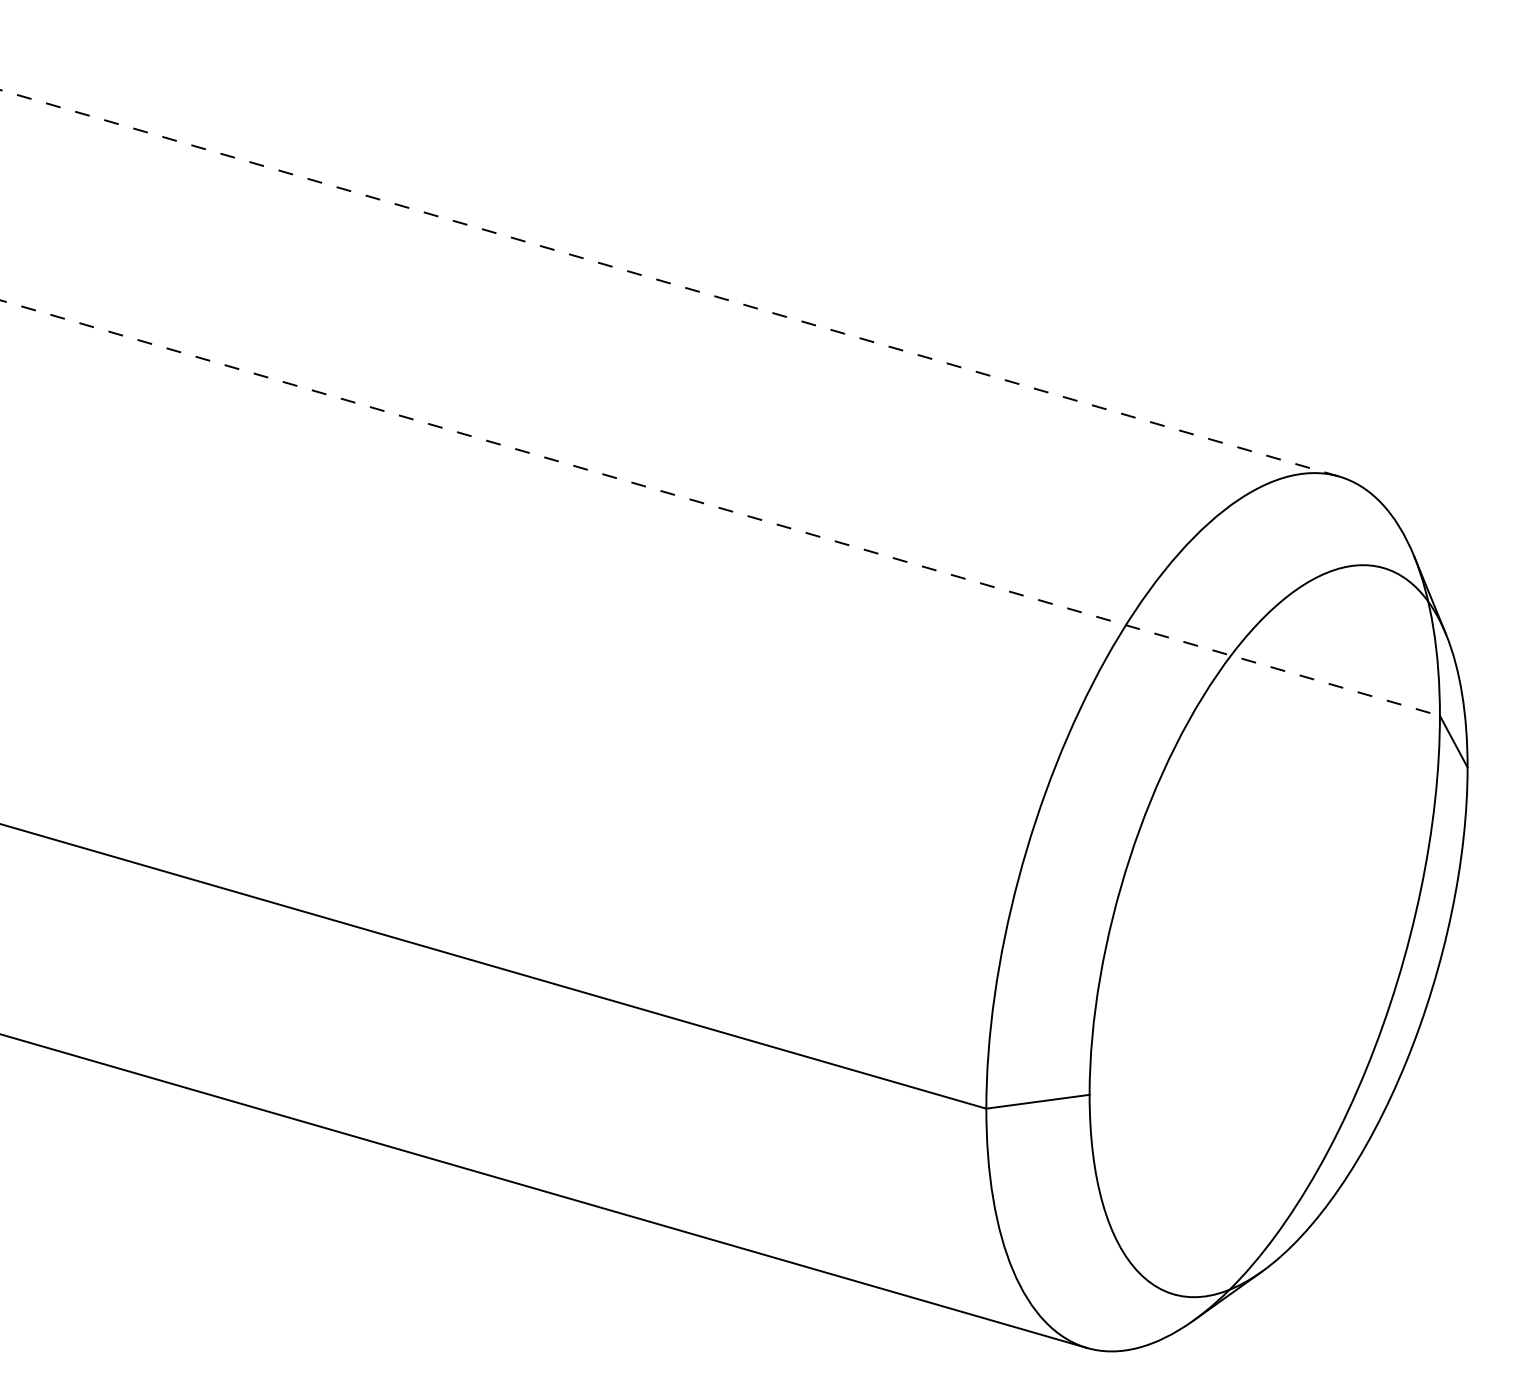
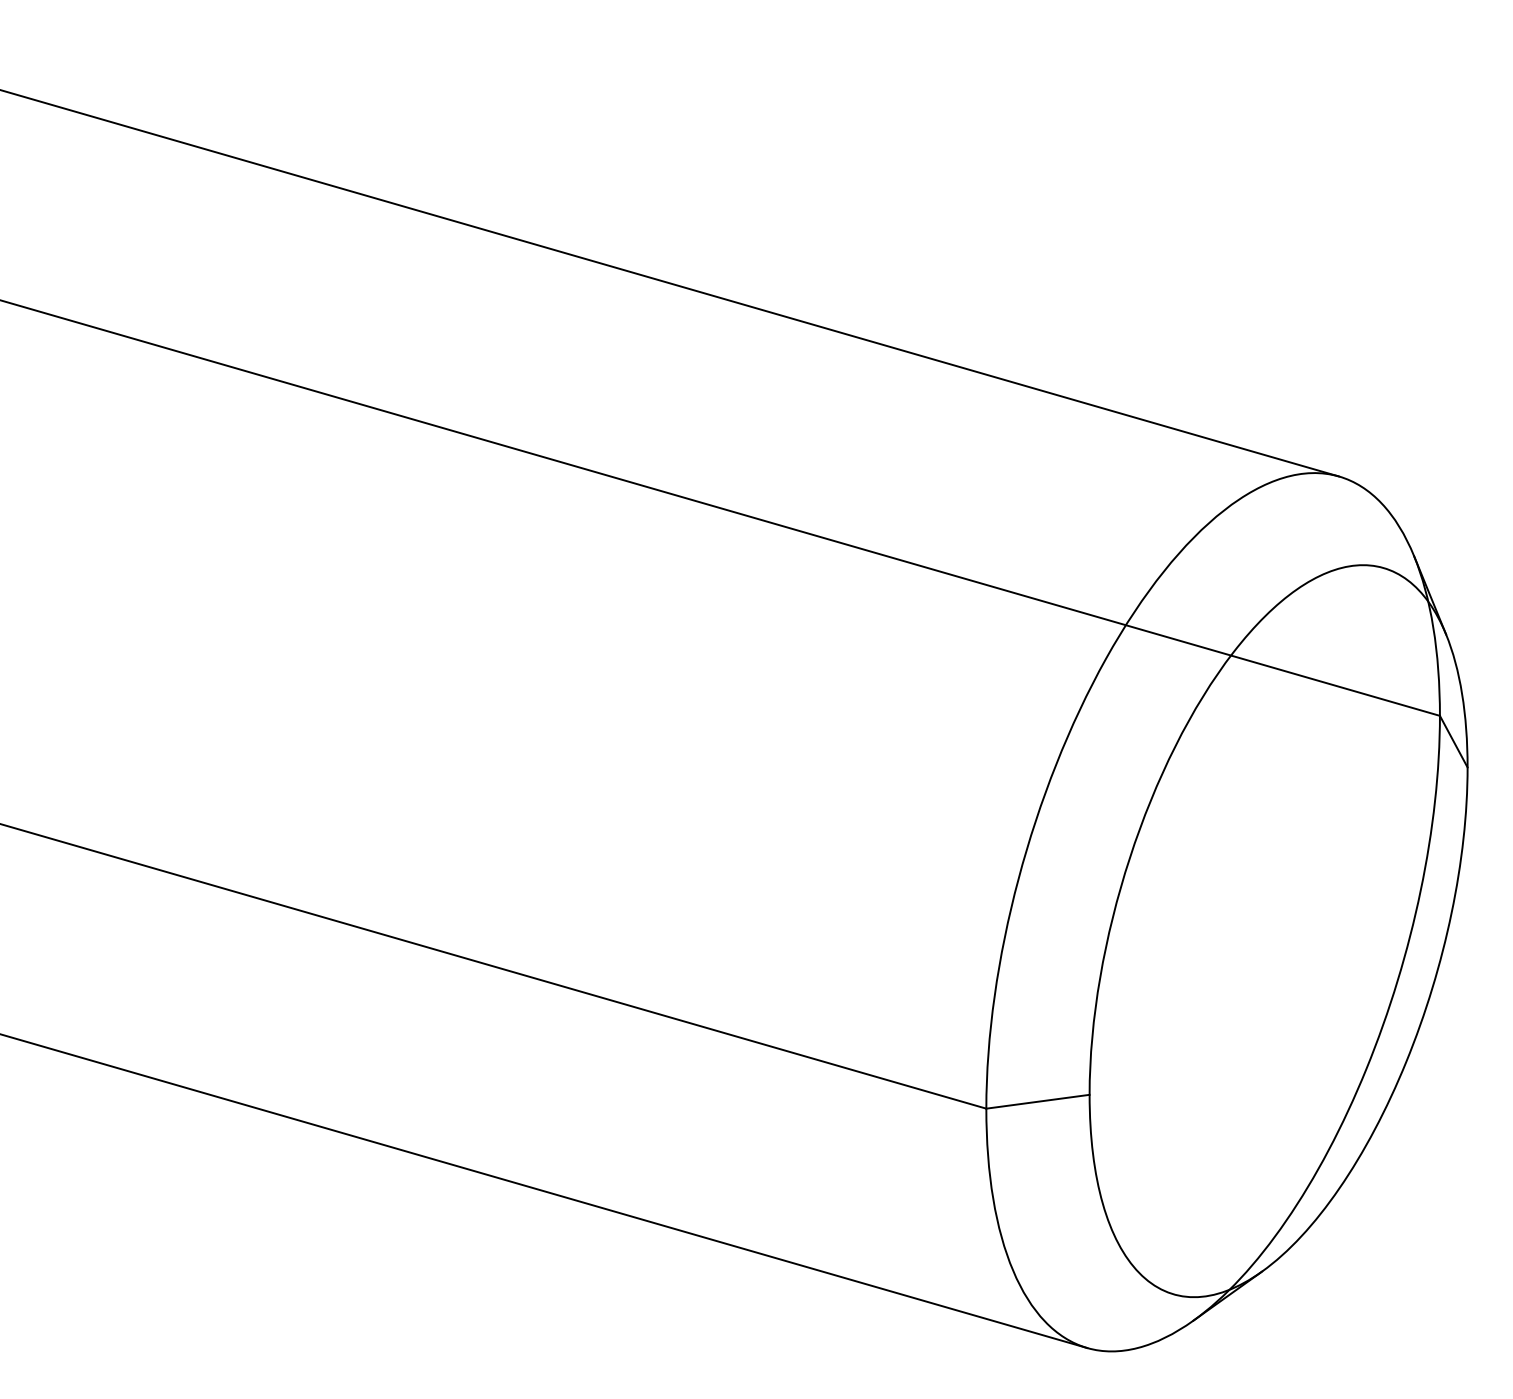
line at (669, 283): dashed -> solid
line at (720, 508): dashed -> solid
